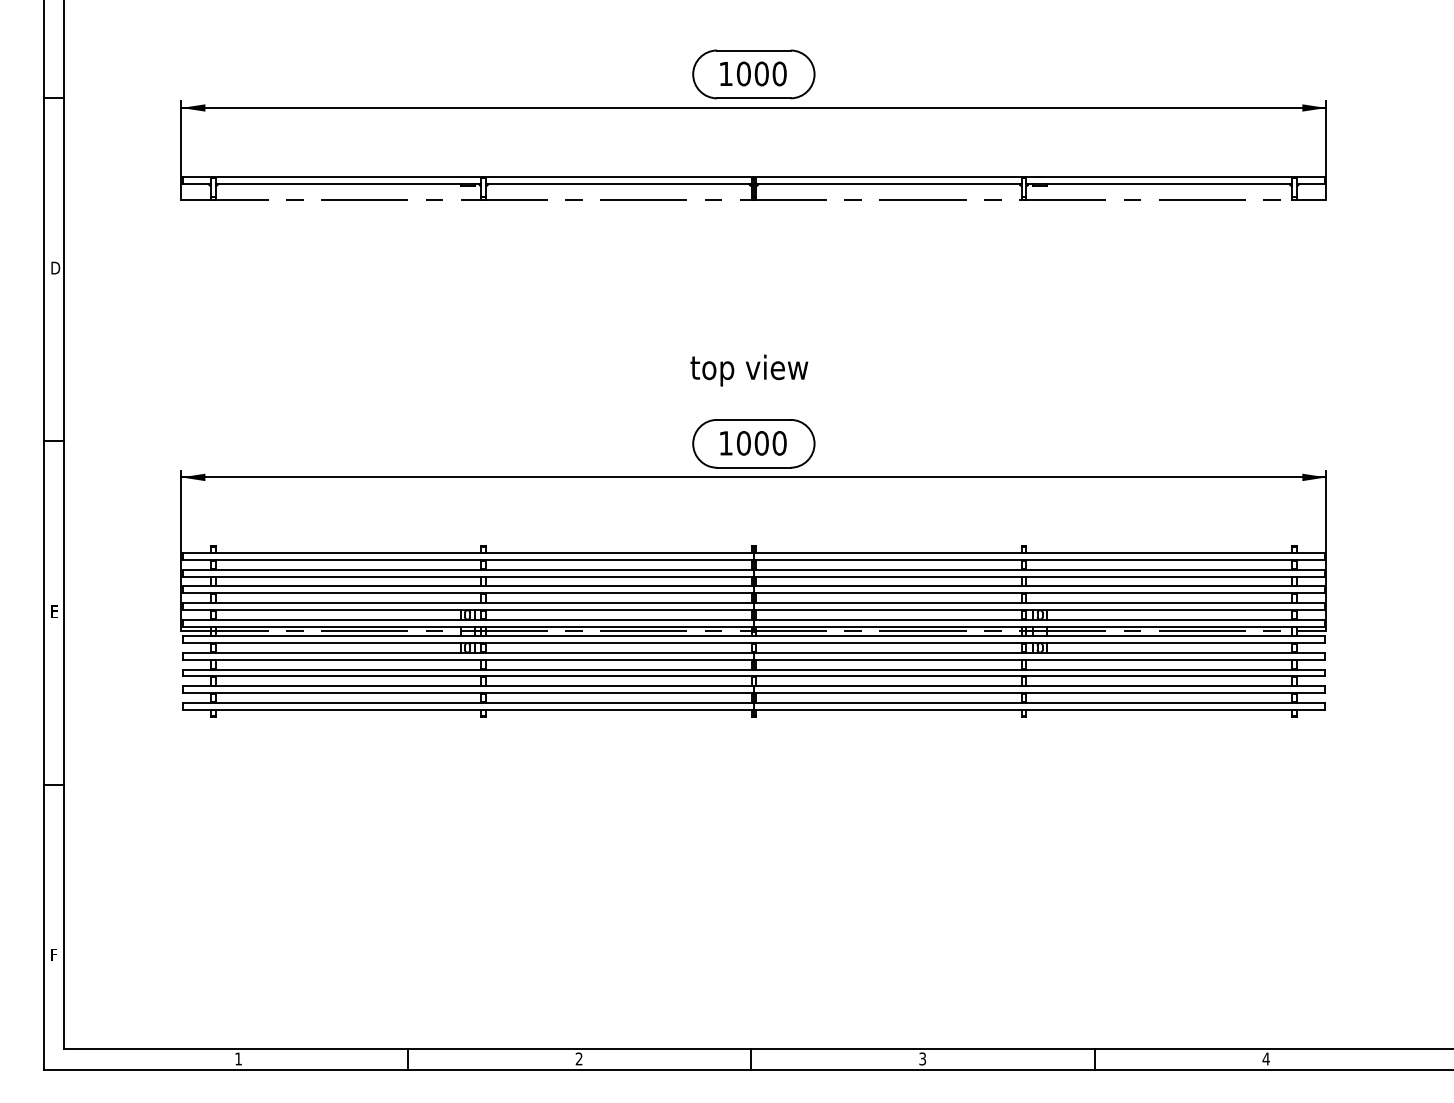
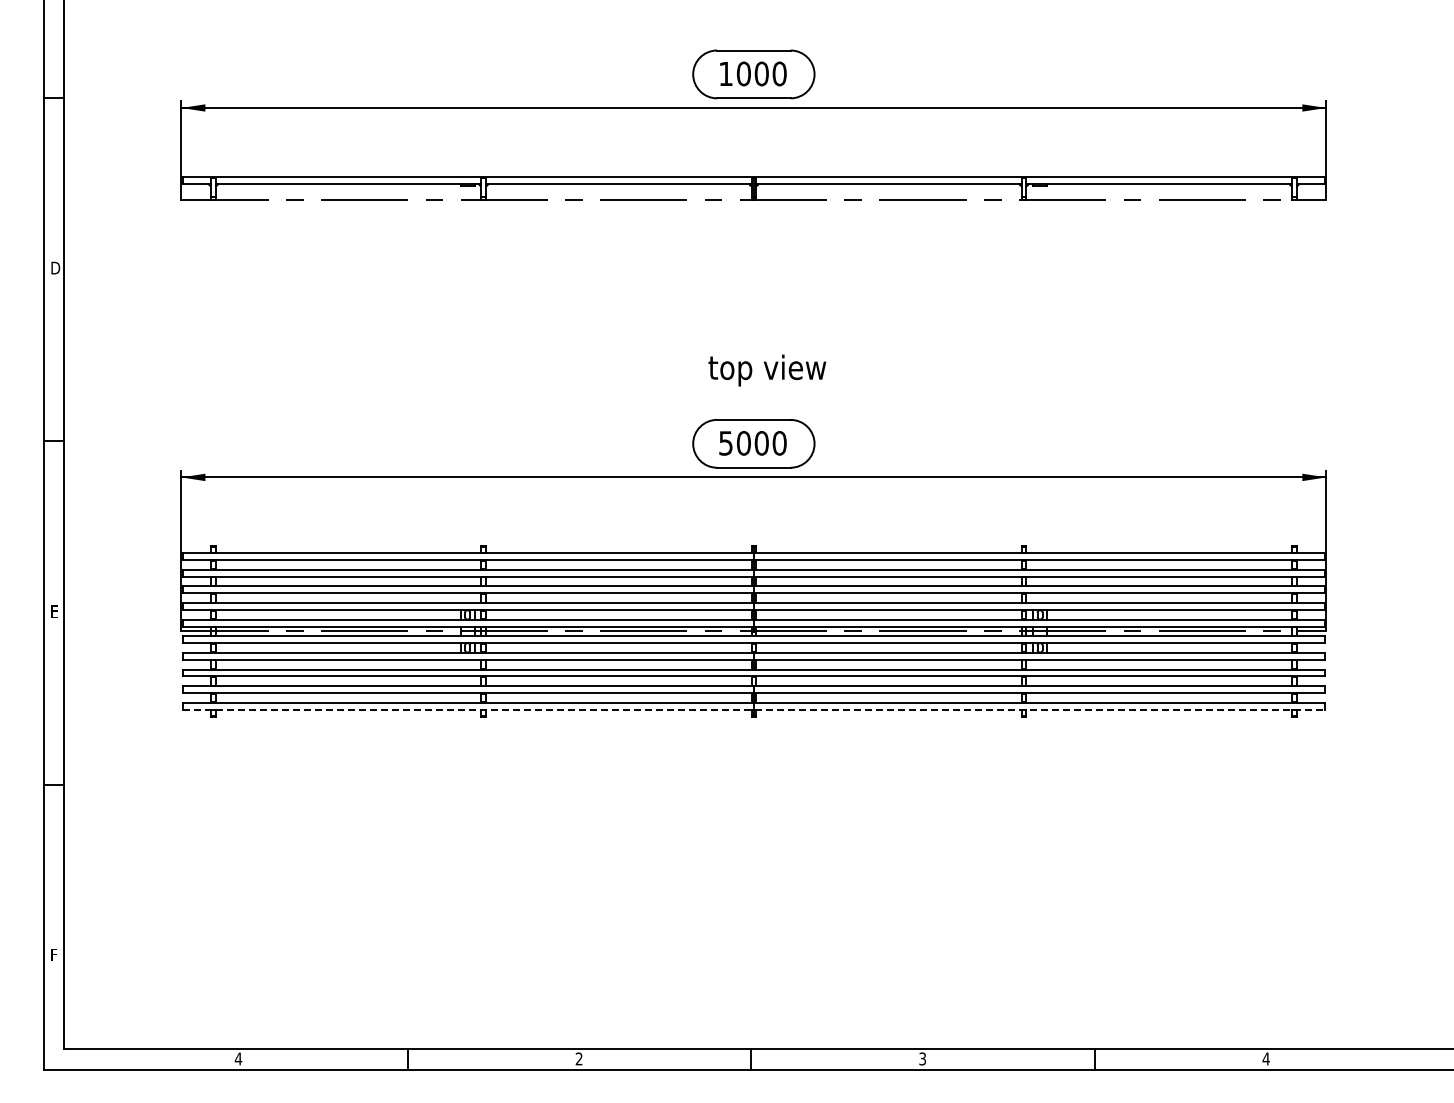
text at (749, 370) position: (749, 370) -> (767, 370)
text at (725, 443): 1000 -> 5000
line at (753, 709): solid -> dashed
text at (238, 1058): 1 -> 4
